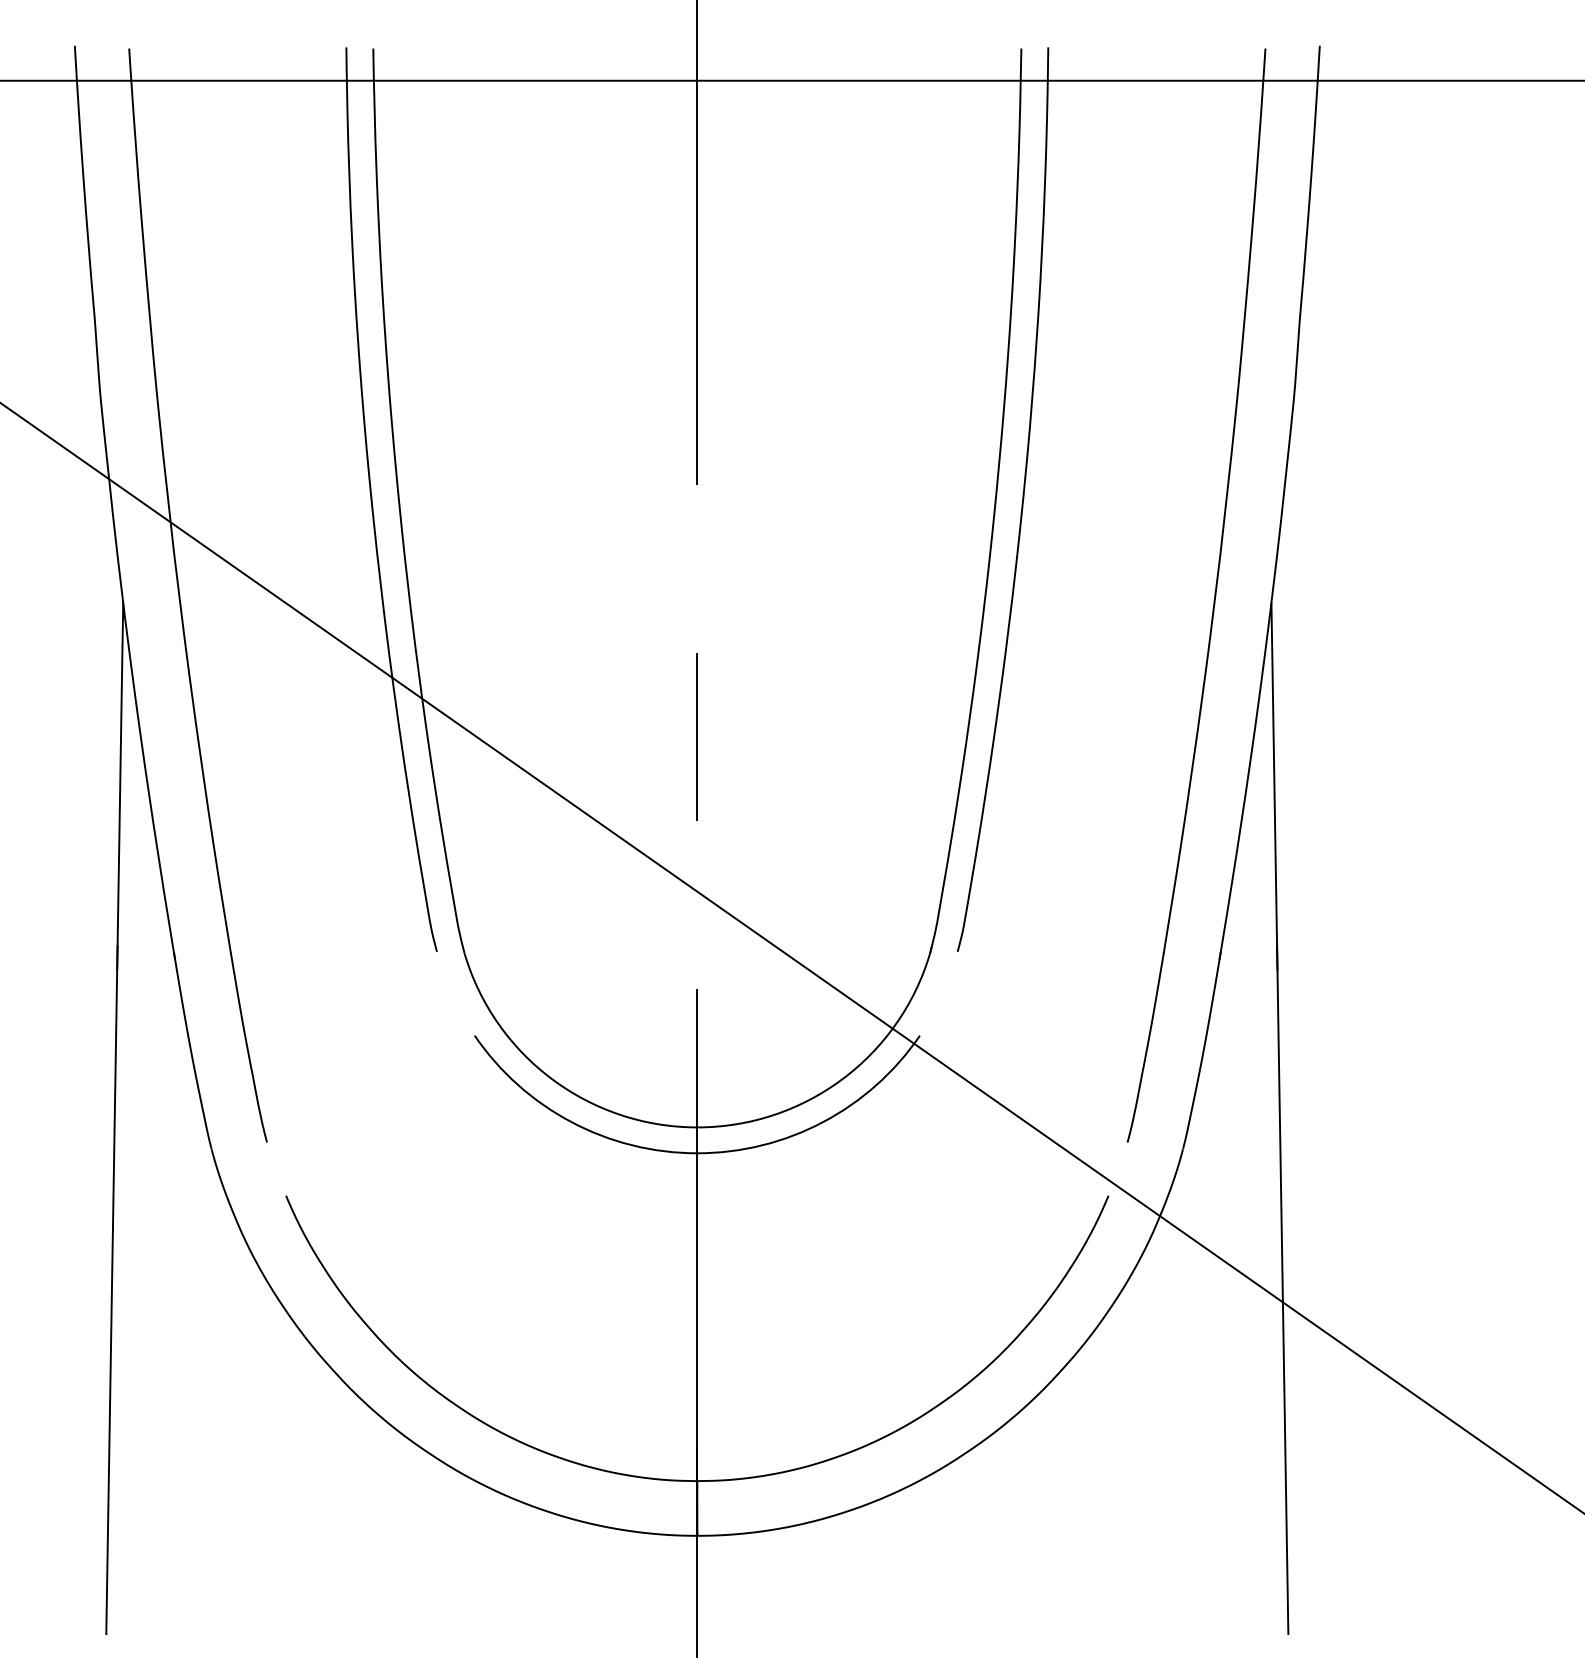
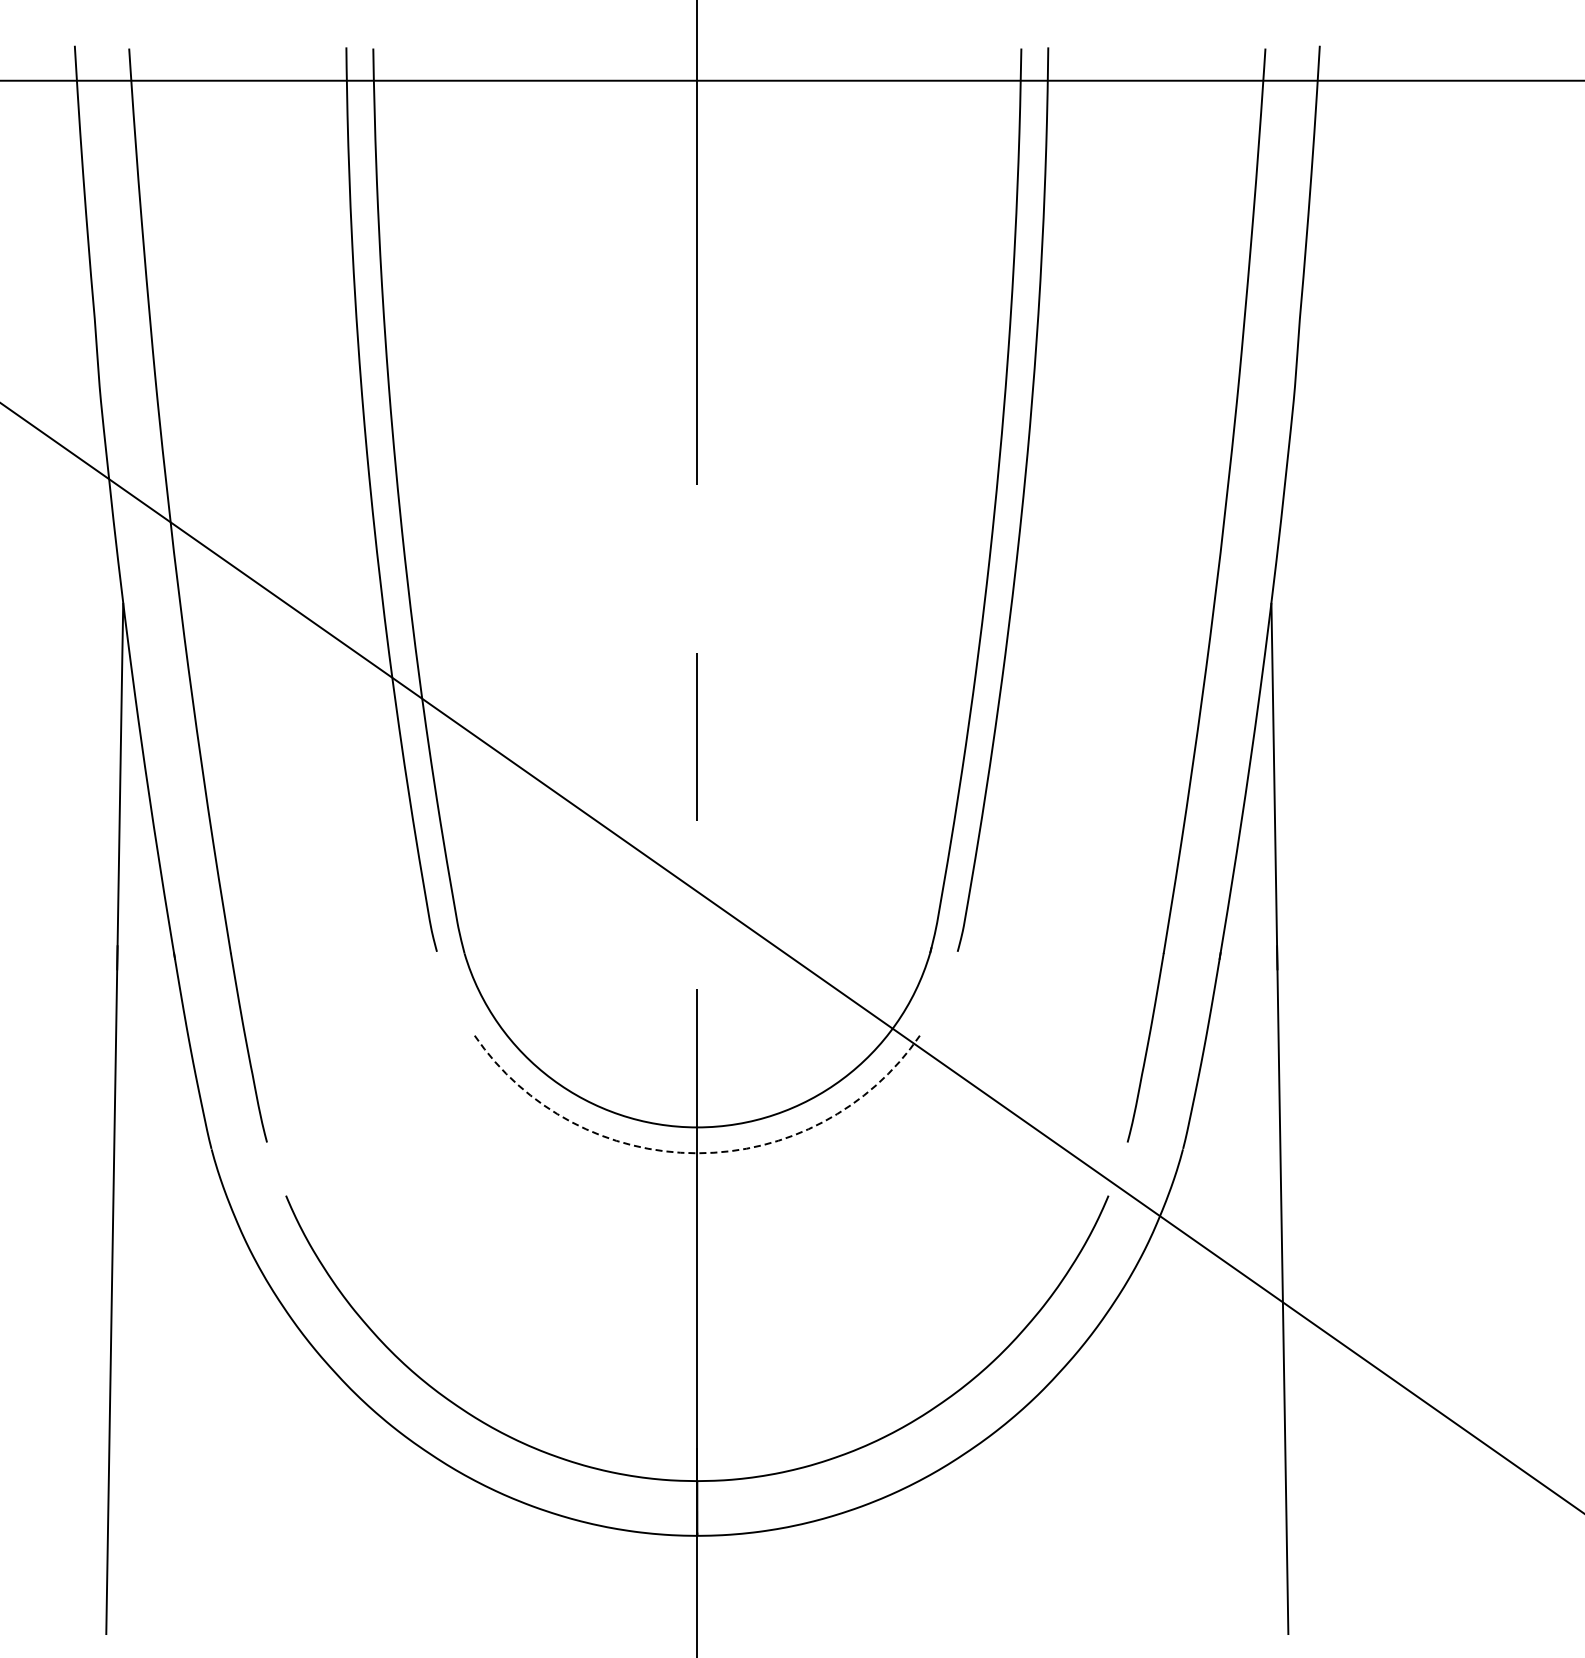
arc at (697, 1153): solid -> dashed
